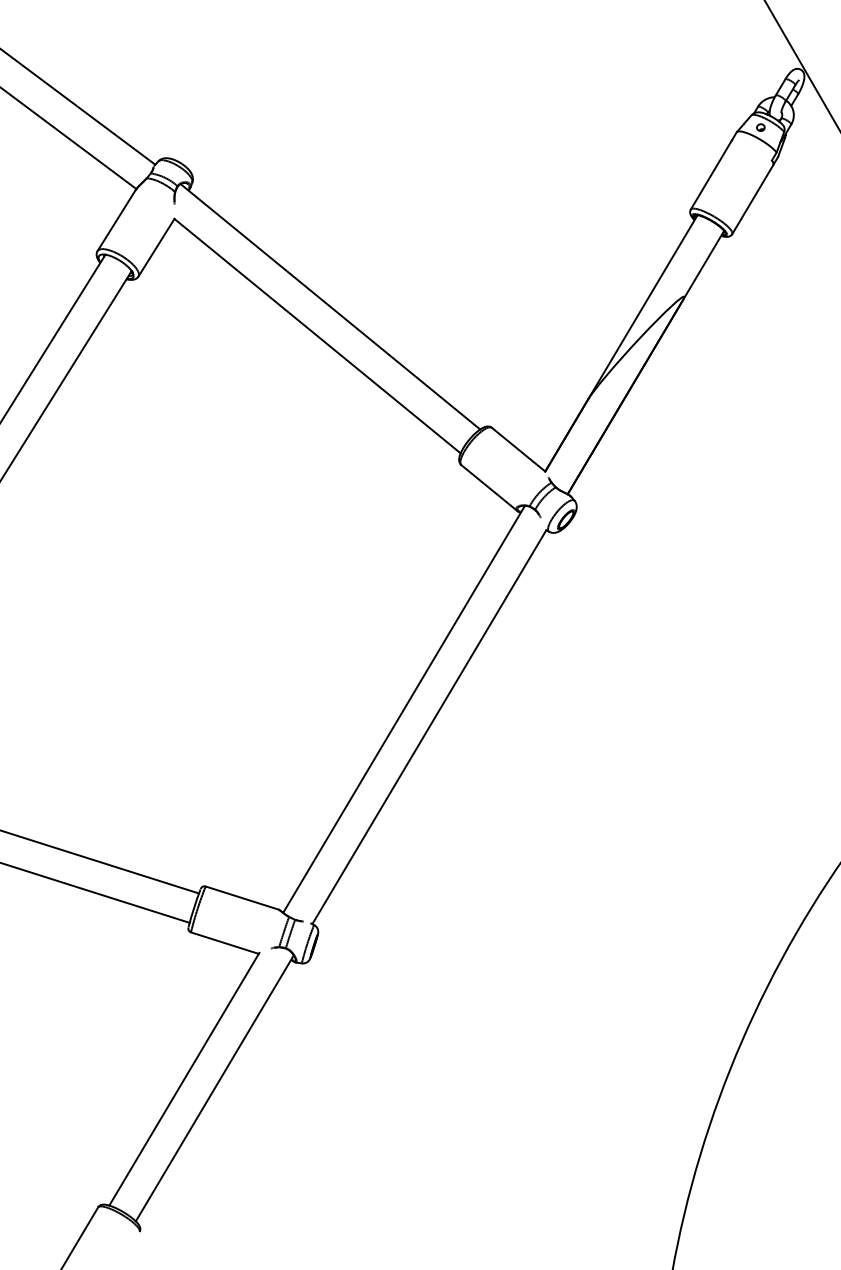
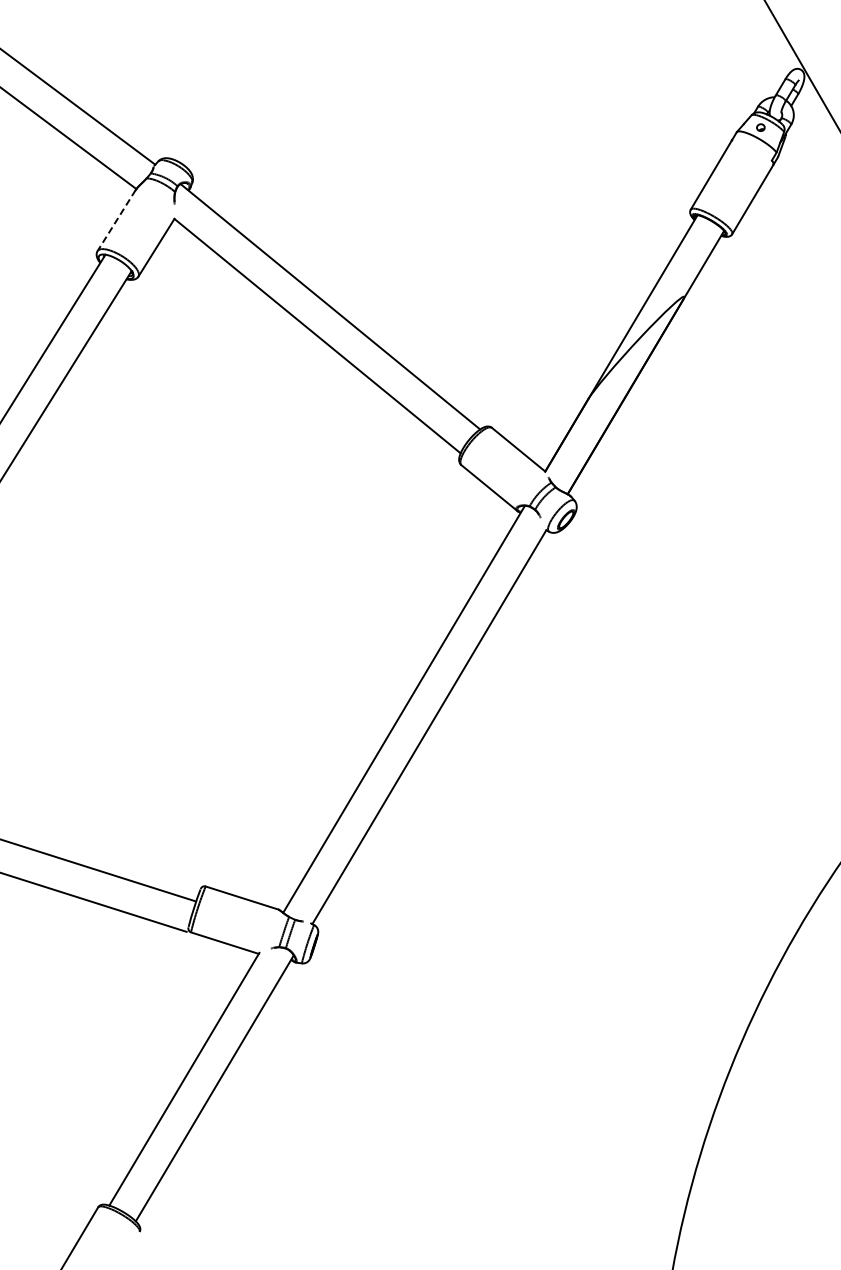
line at (116, 220): solid -> dashed
line at (100, 862) position: (100, 862) -> (99, 870)
line at (95, 892) position: (95, 892) -> (94, 902)
